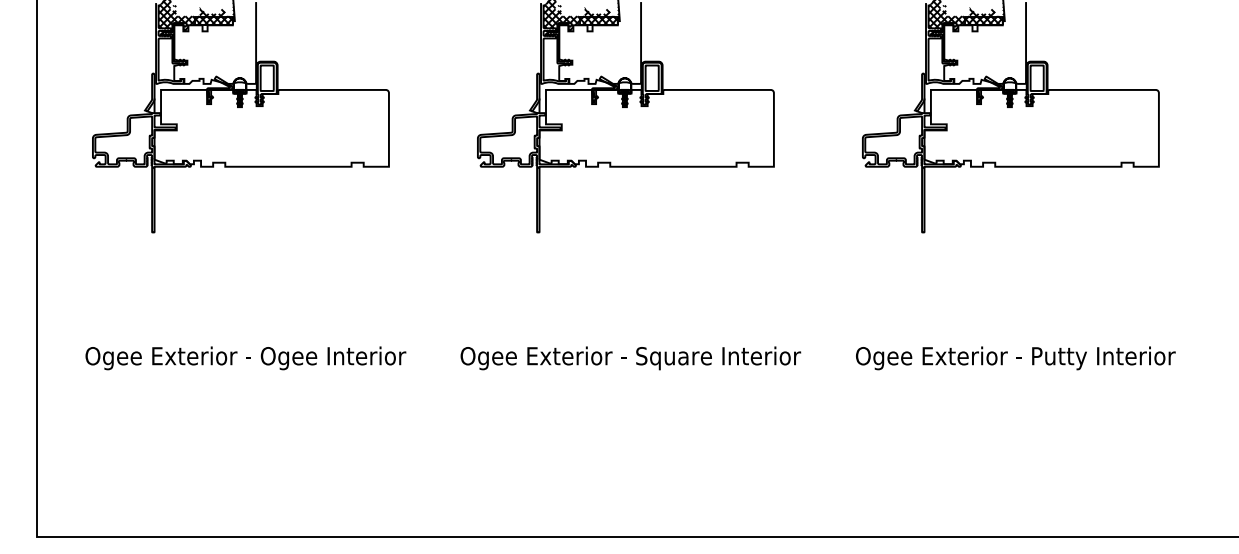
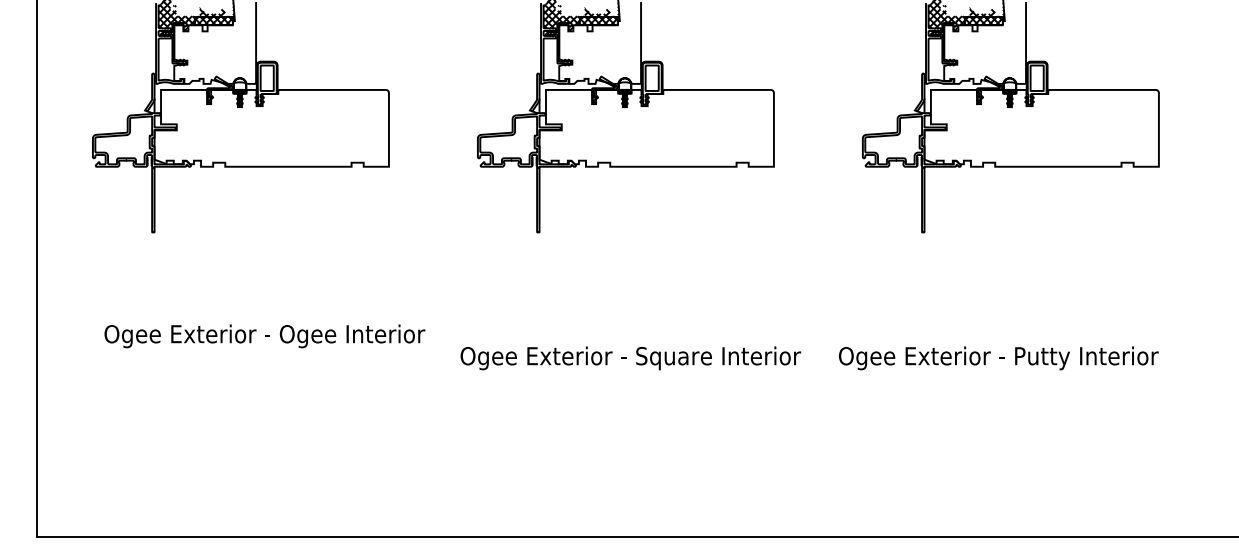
text at (245, 358) position: (245, 358) -> (264, 336)
text at (1015, 358) position: (1015, 358) -> (998, 358)
